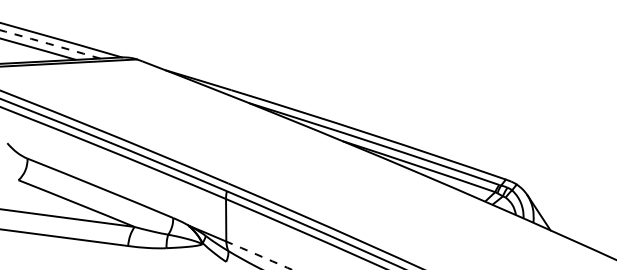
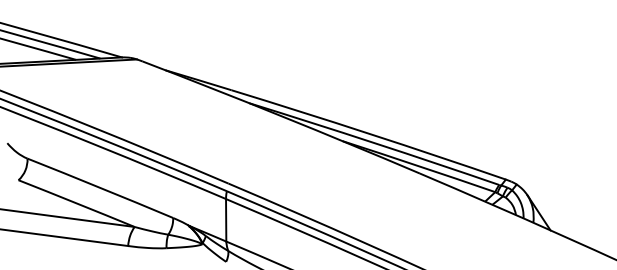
arc at (50, 44): dashed -> solid
arc at (259, 255): dashed -> solid
